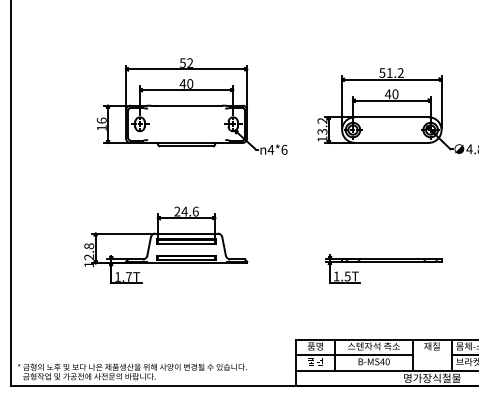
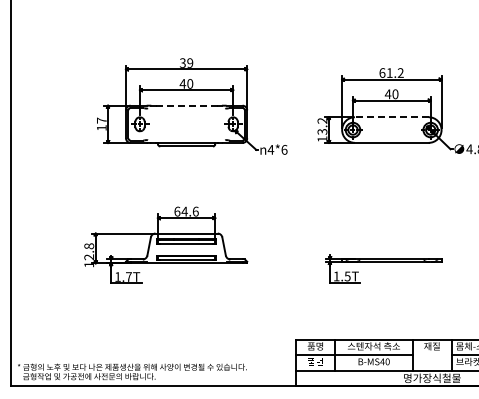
text at (186, 62): 52 -> 39
text at (382, 72): 51.2 -> 61.2
line at (186, 105): solid -> dashed
line at (391, 117): solid -> dashed
text at (101, 120): 16 -> 17
text at (177, 211): 24.6 -> 64.6
